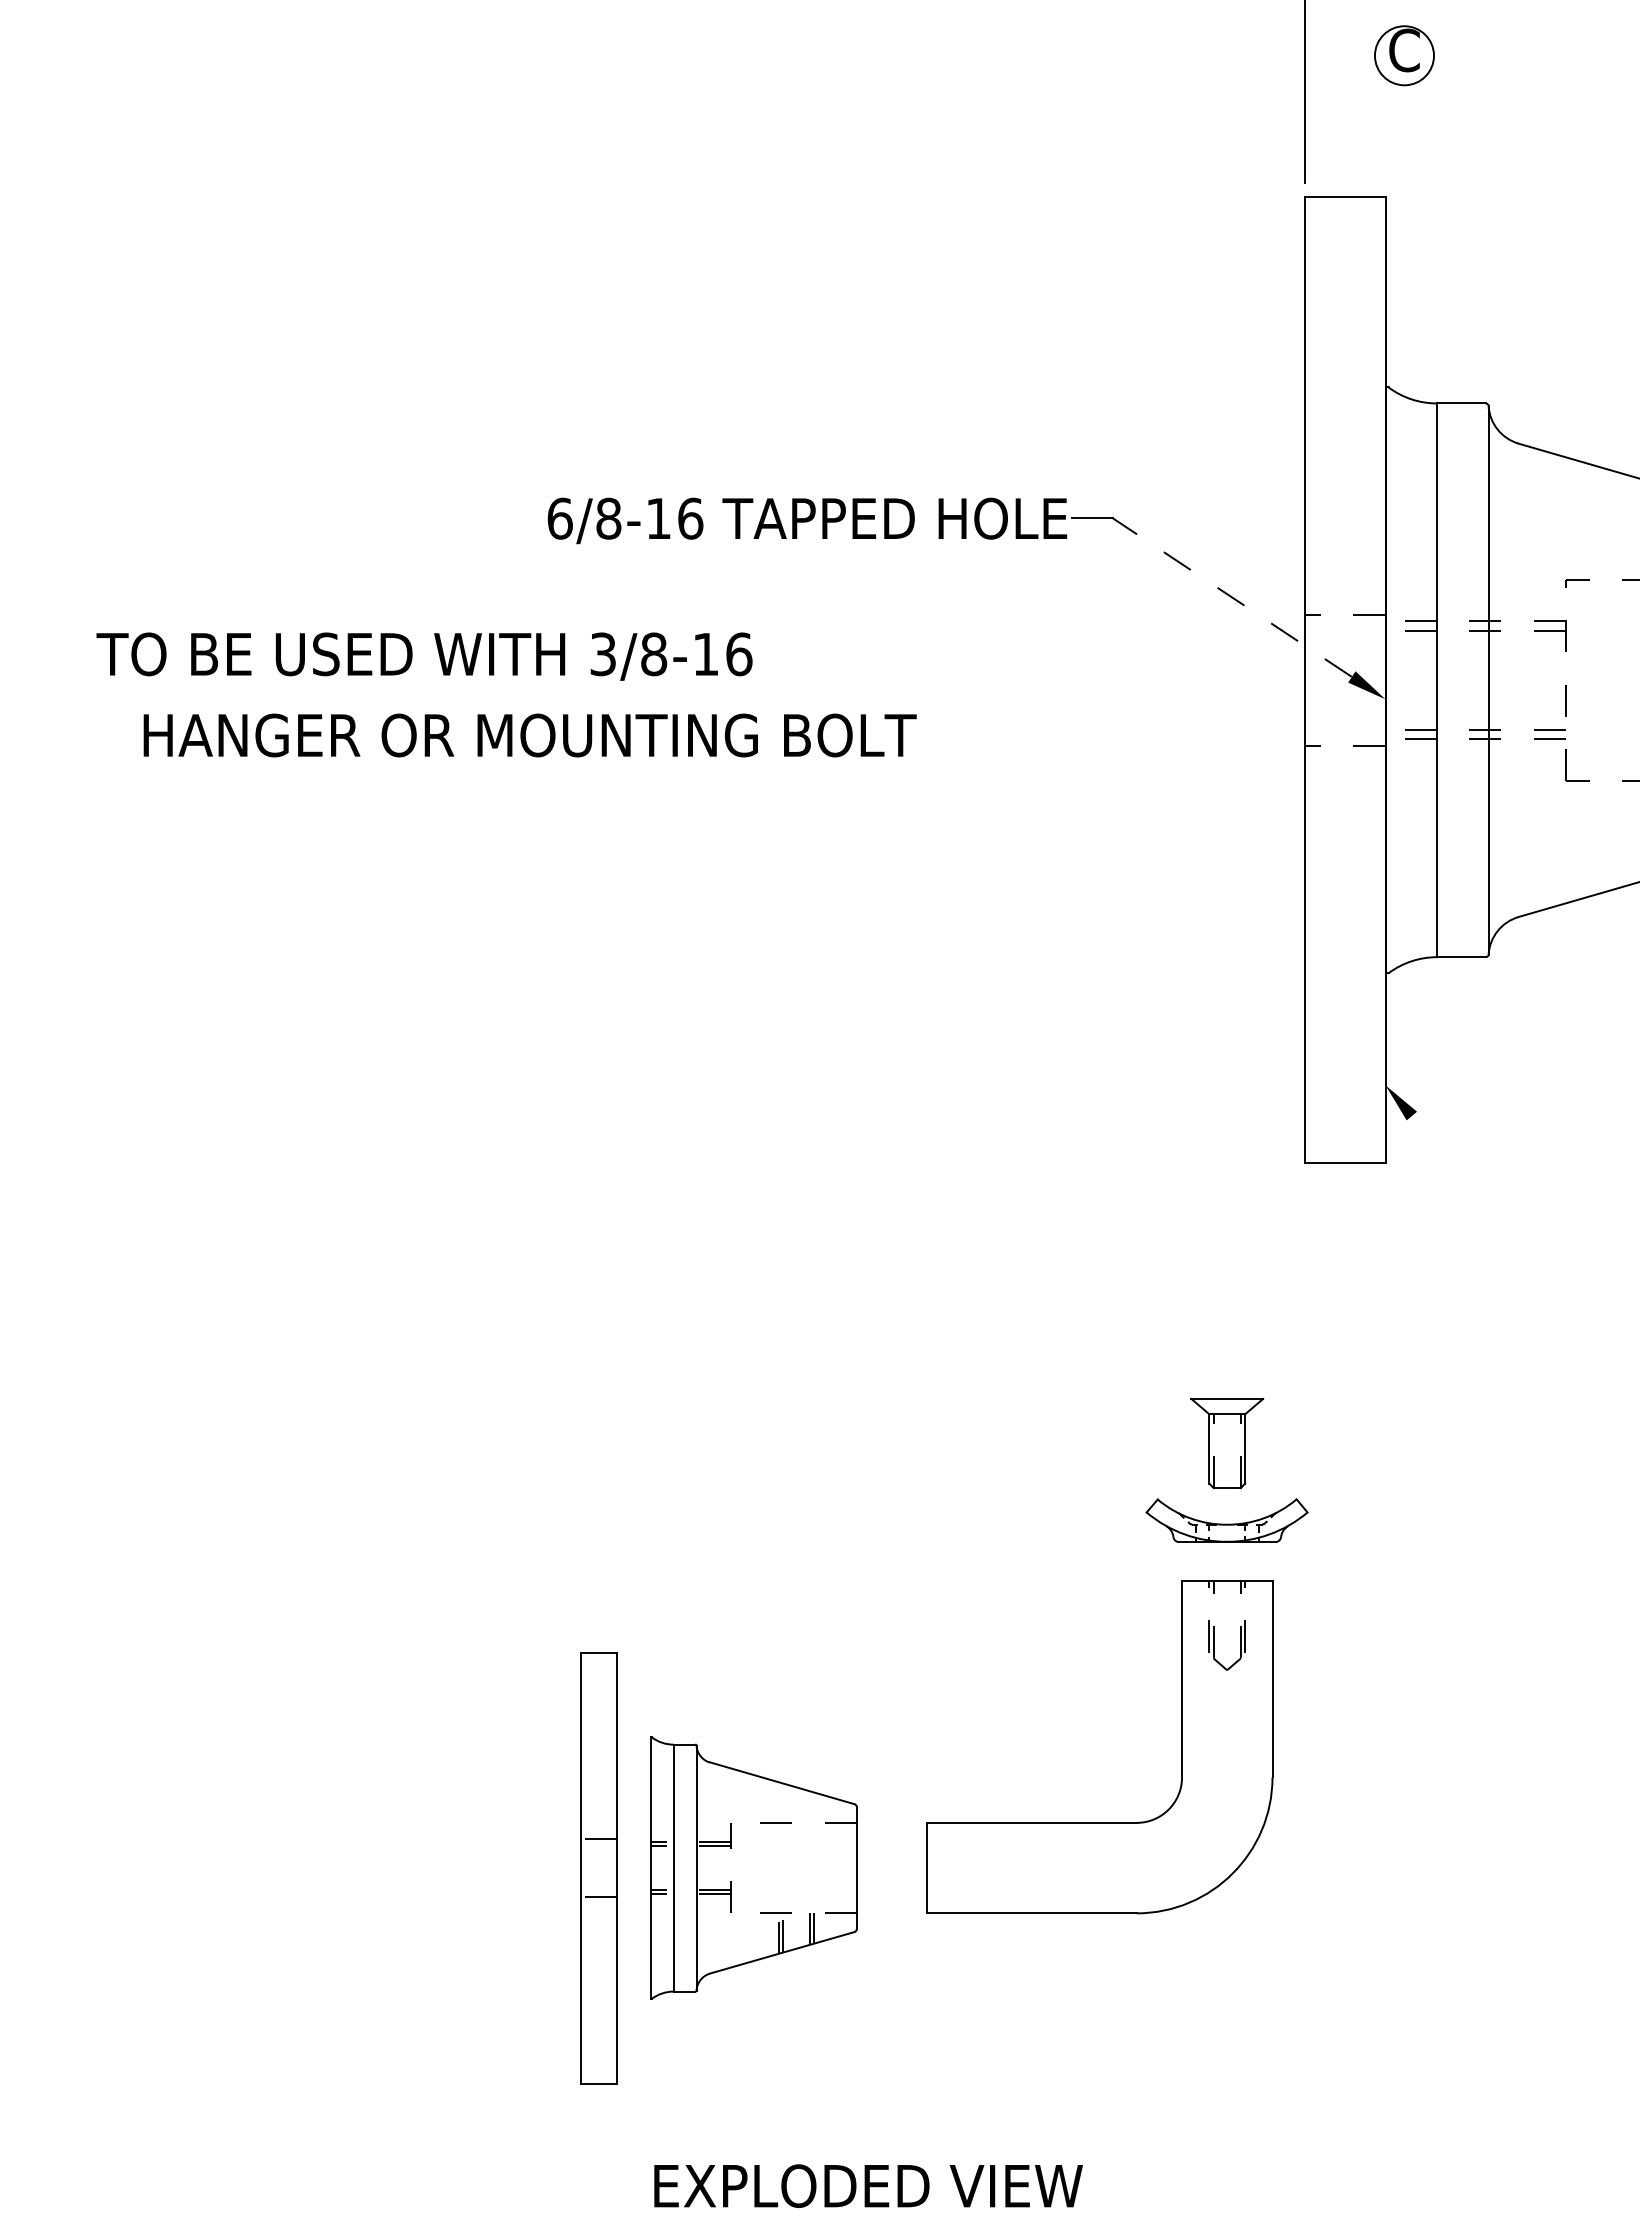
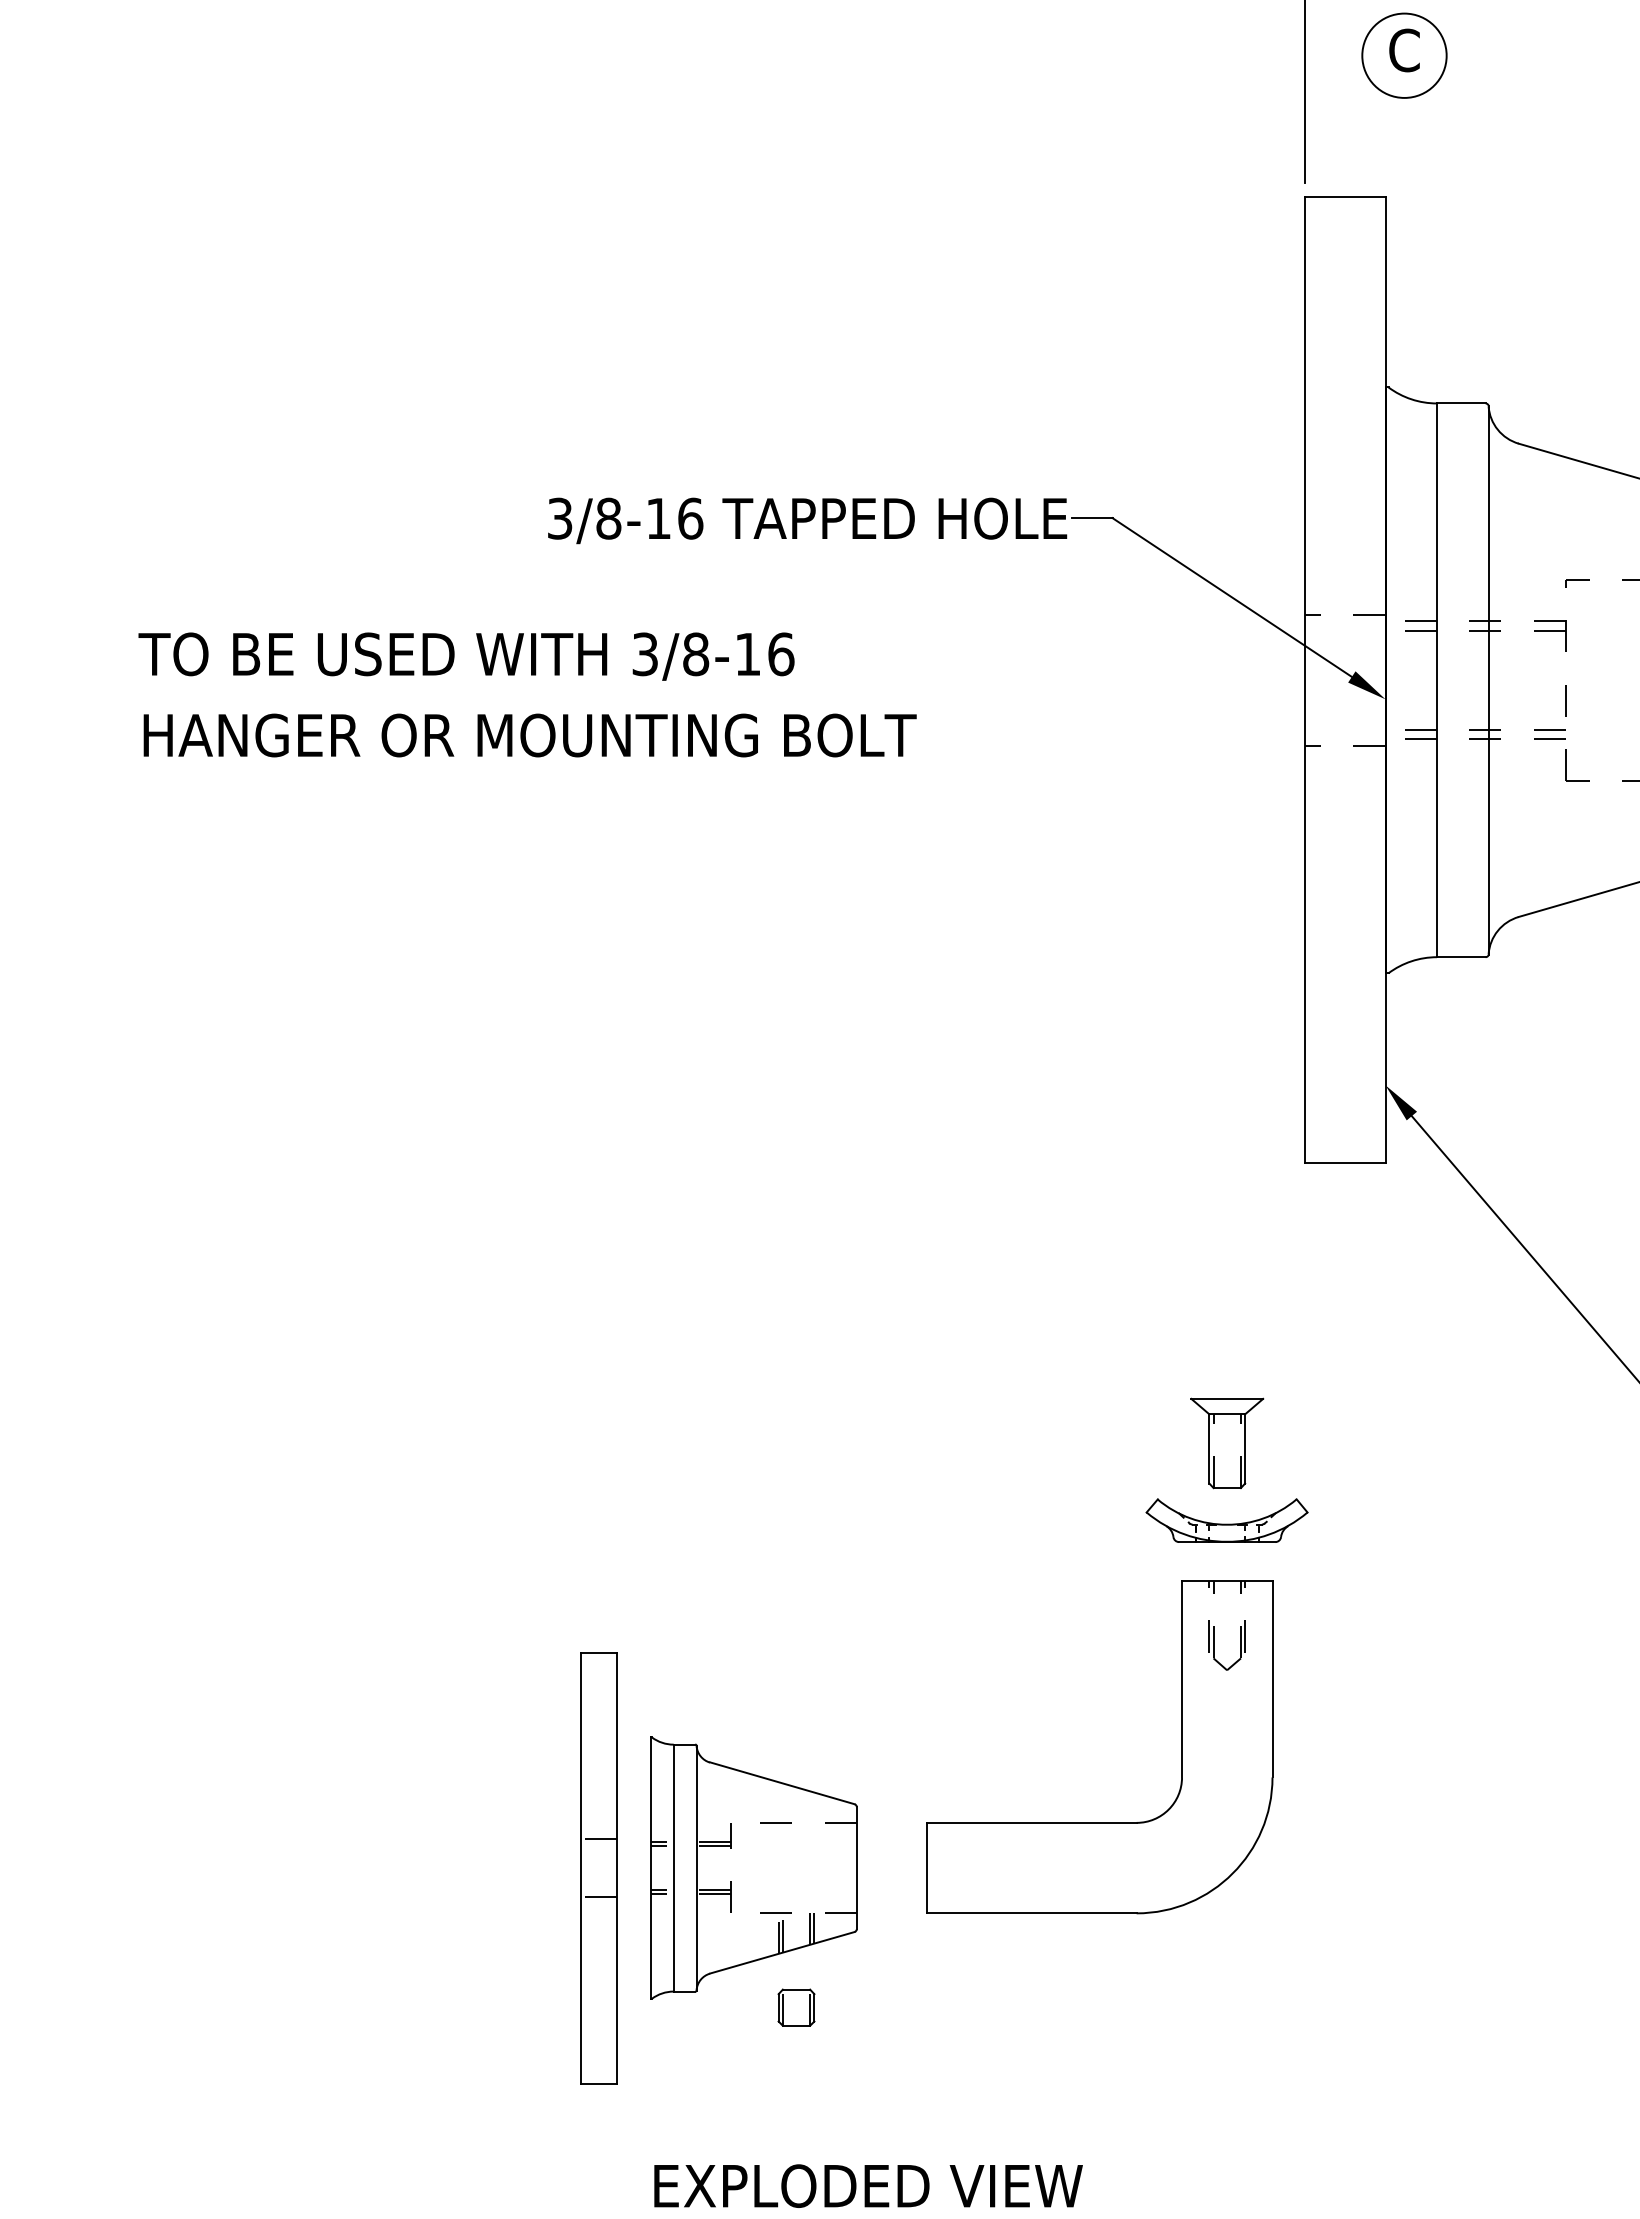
circle at (1404, 55) diameter: 59 px -> 84 px
text at (559, 518): 6/8-16 -> 3/8-16
line at (1232, 597): dashed -> solid
text at (424, 656) position: (424, 656) -> (466, 656)
line at (1523, 1247): none -> present
part at (796, 2007): none -> present
